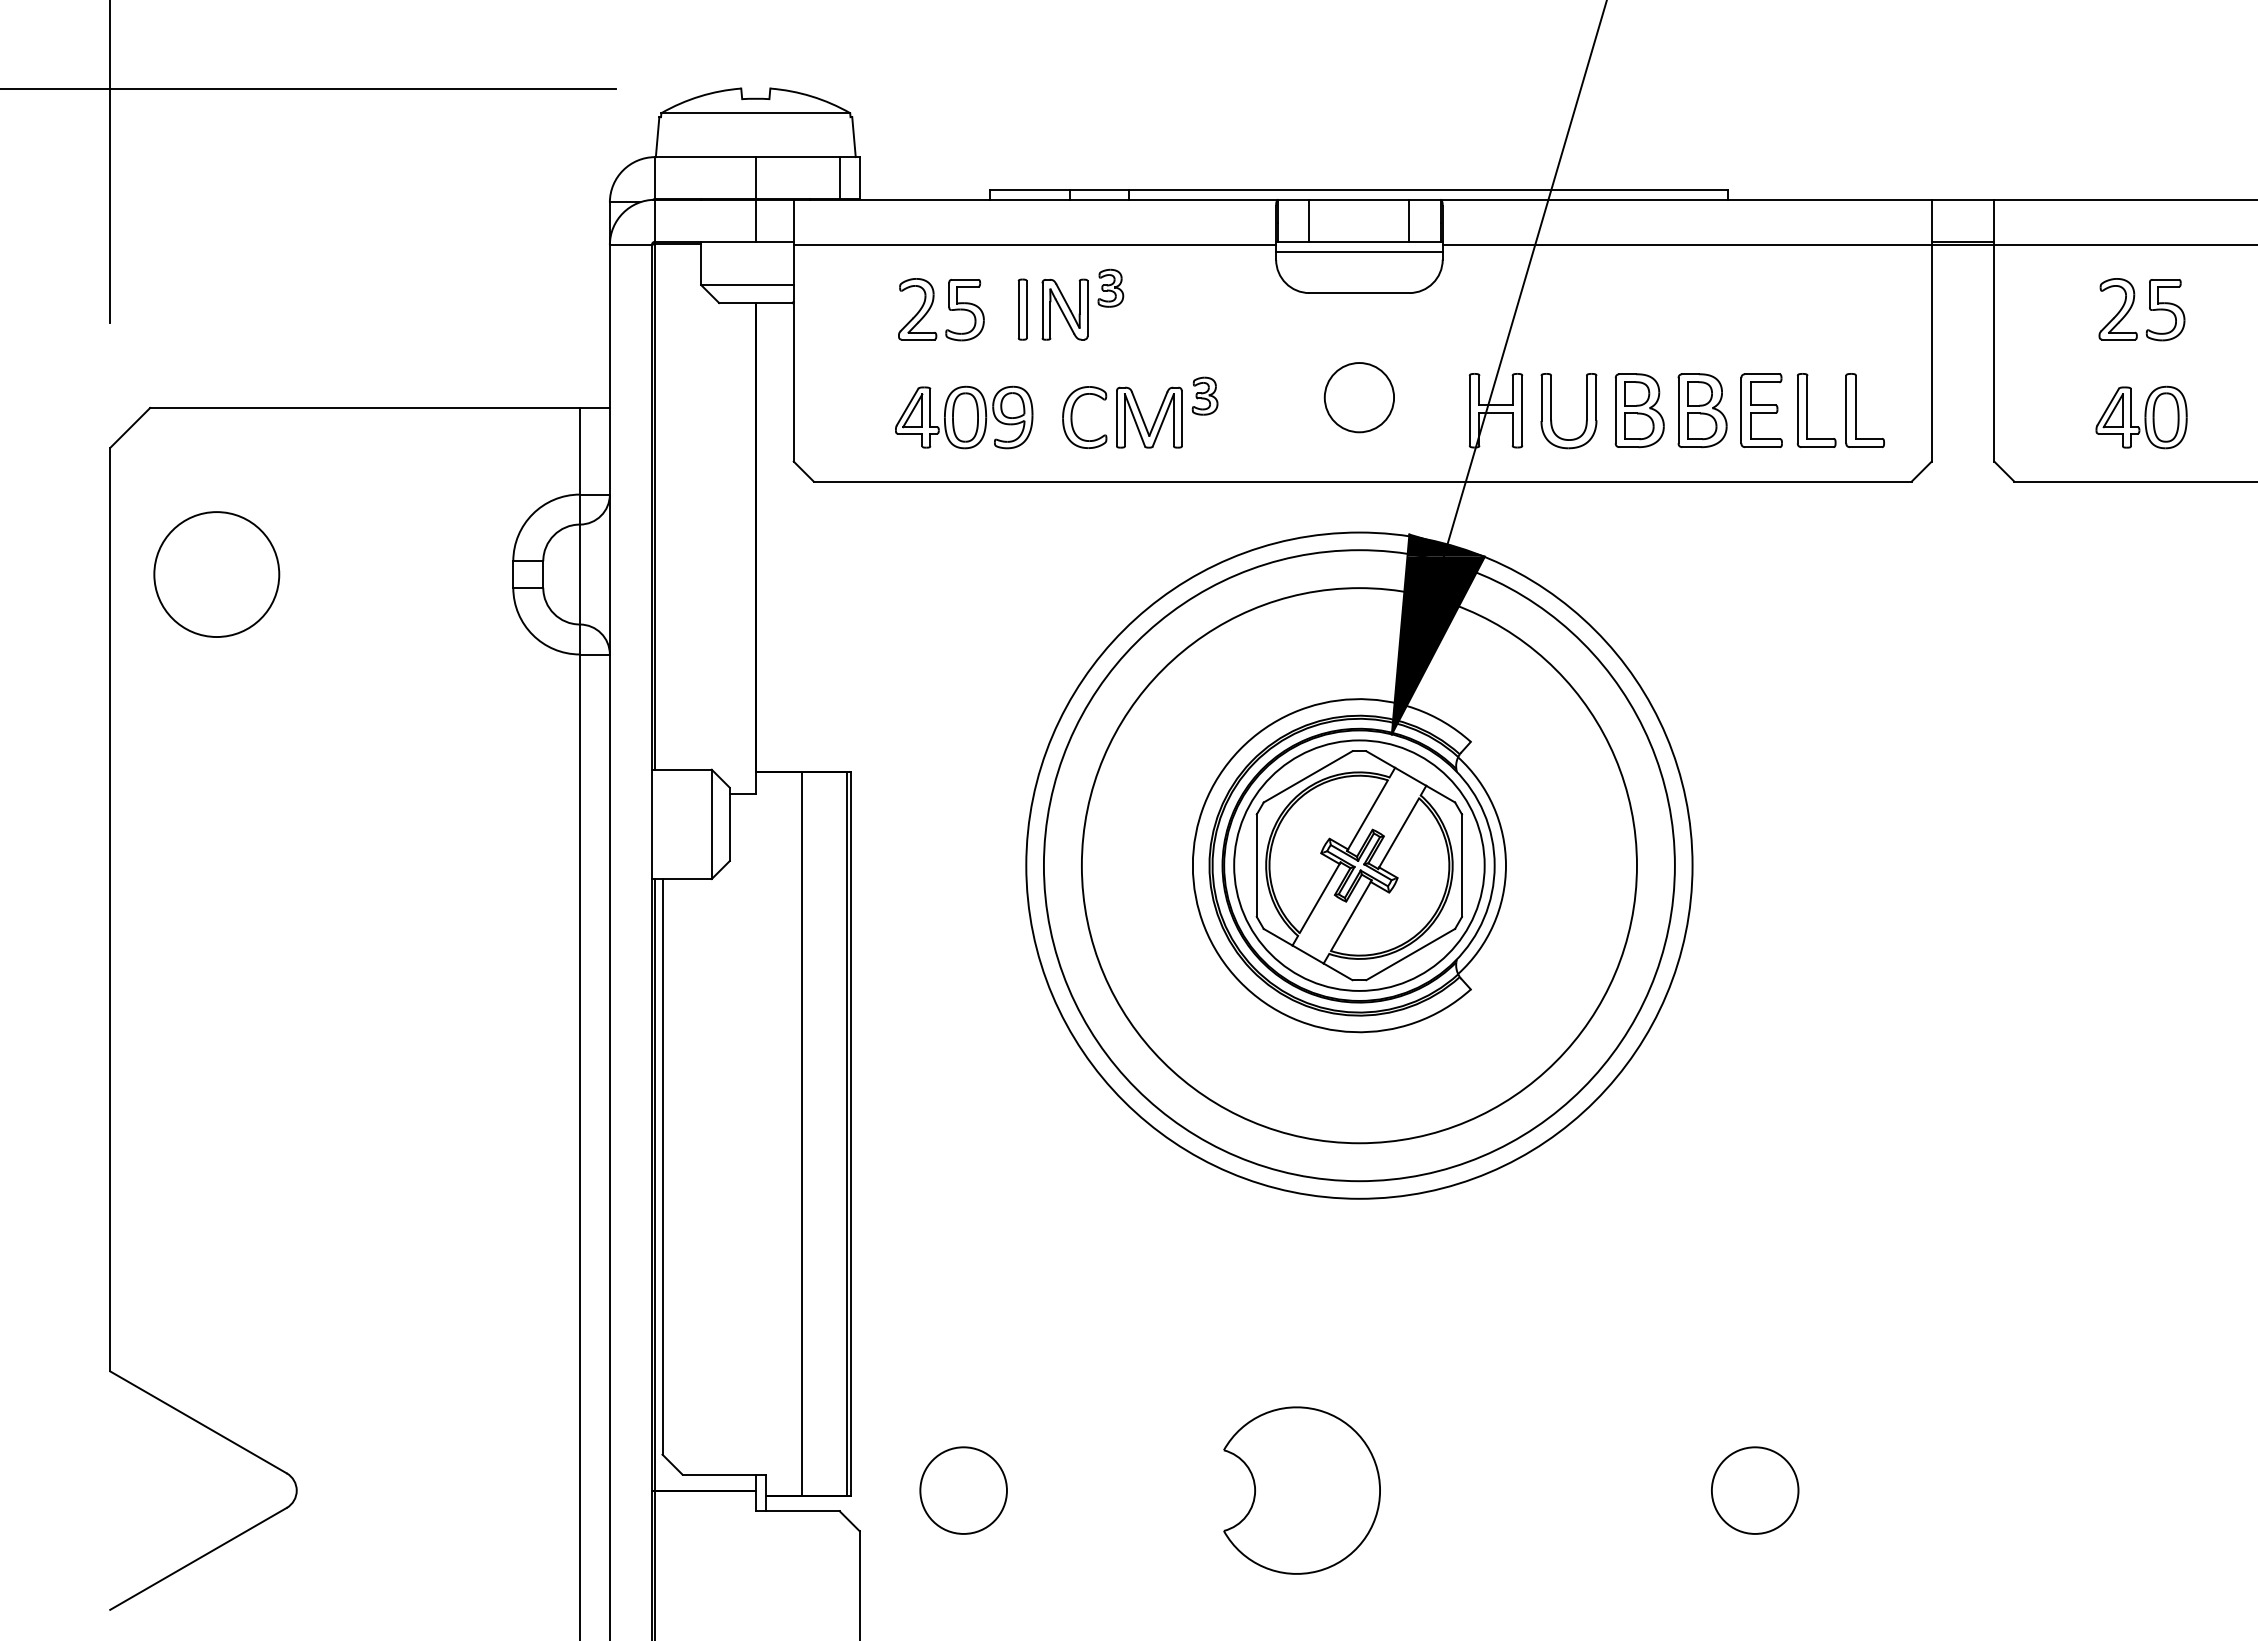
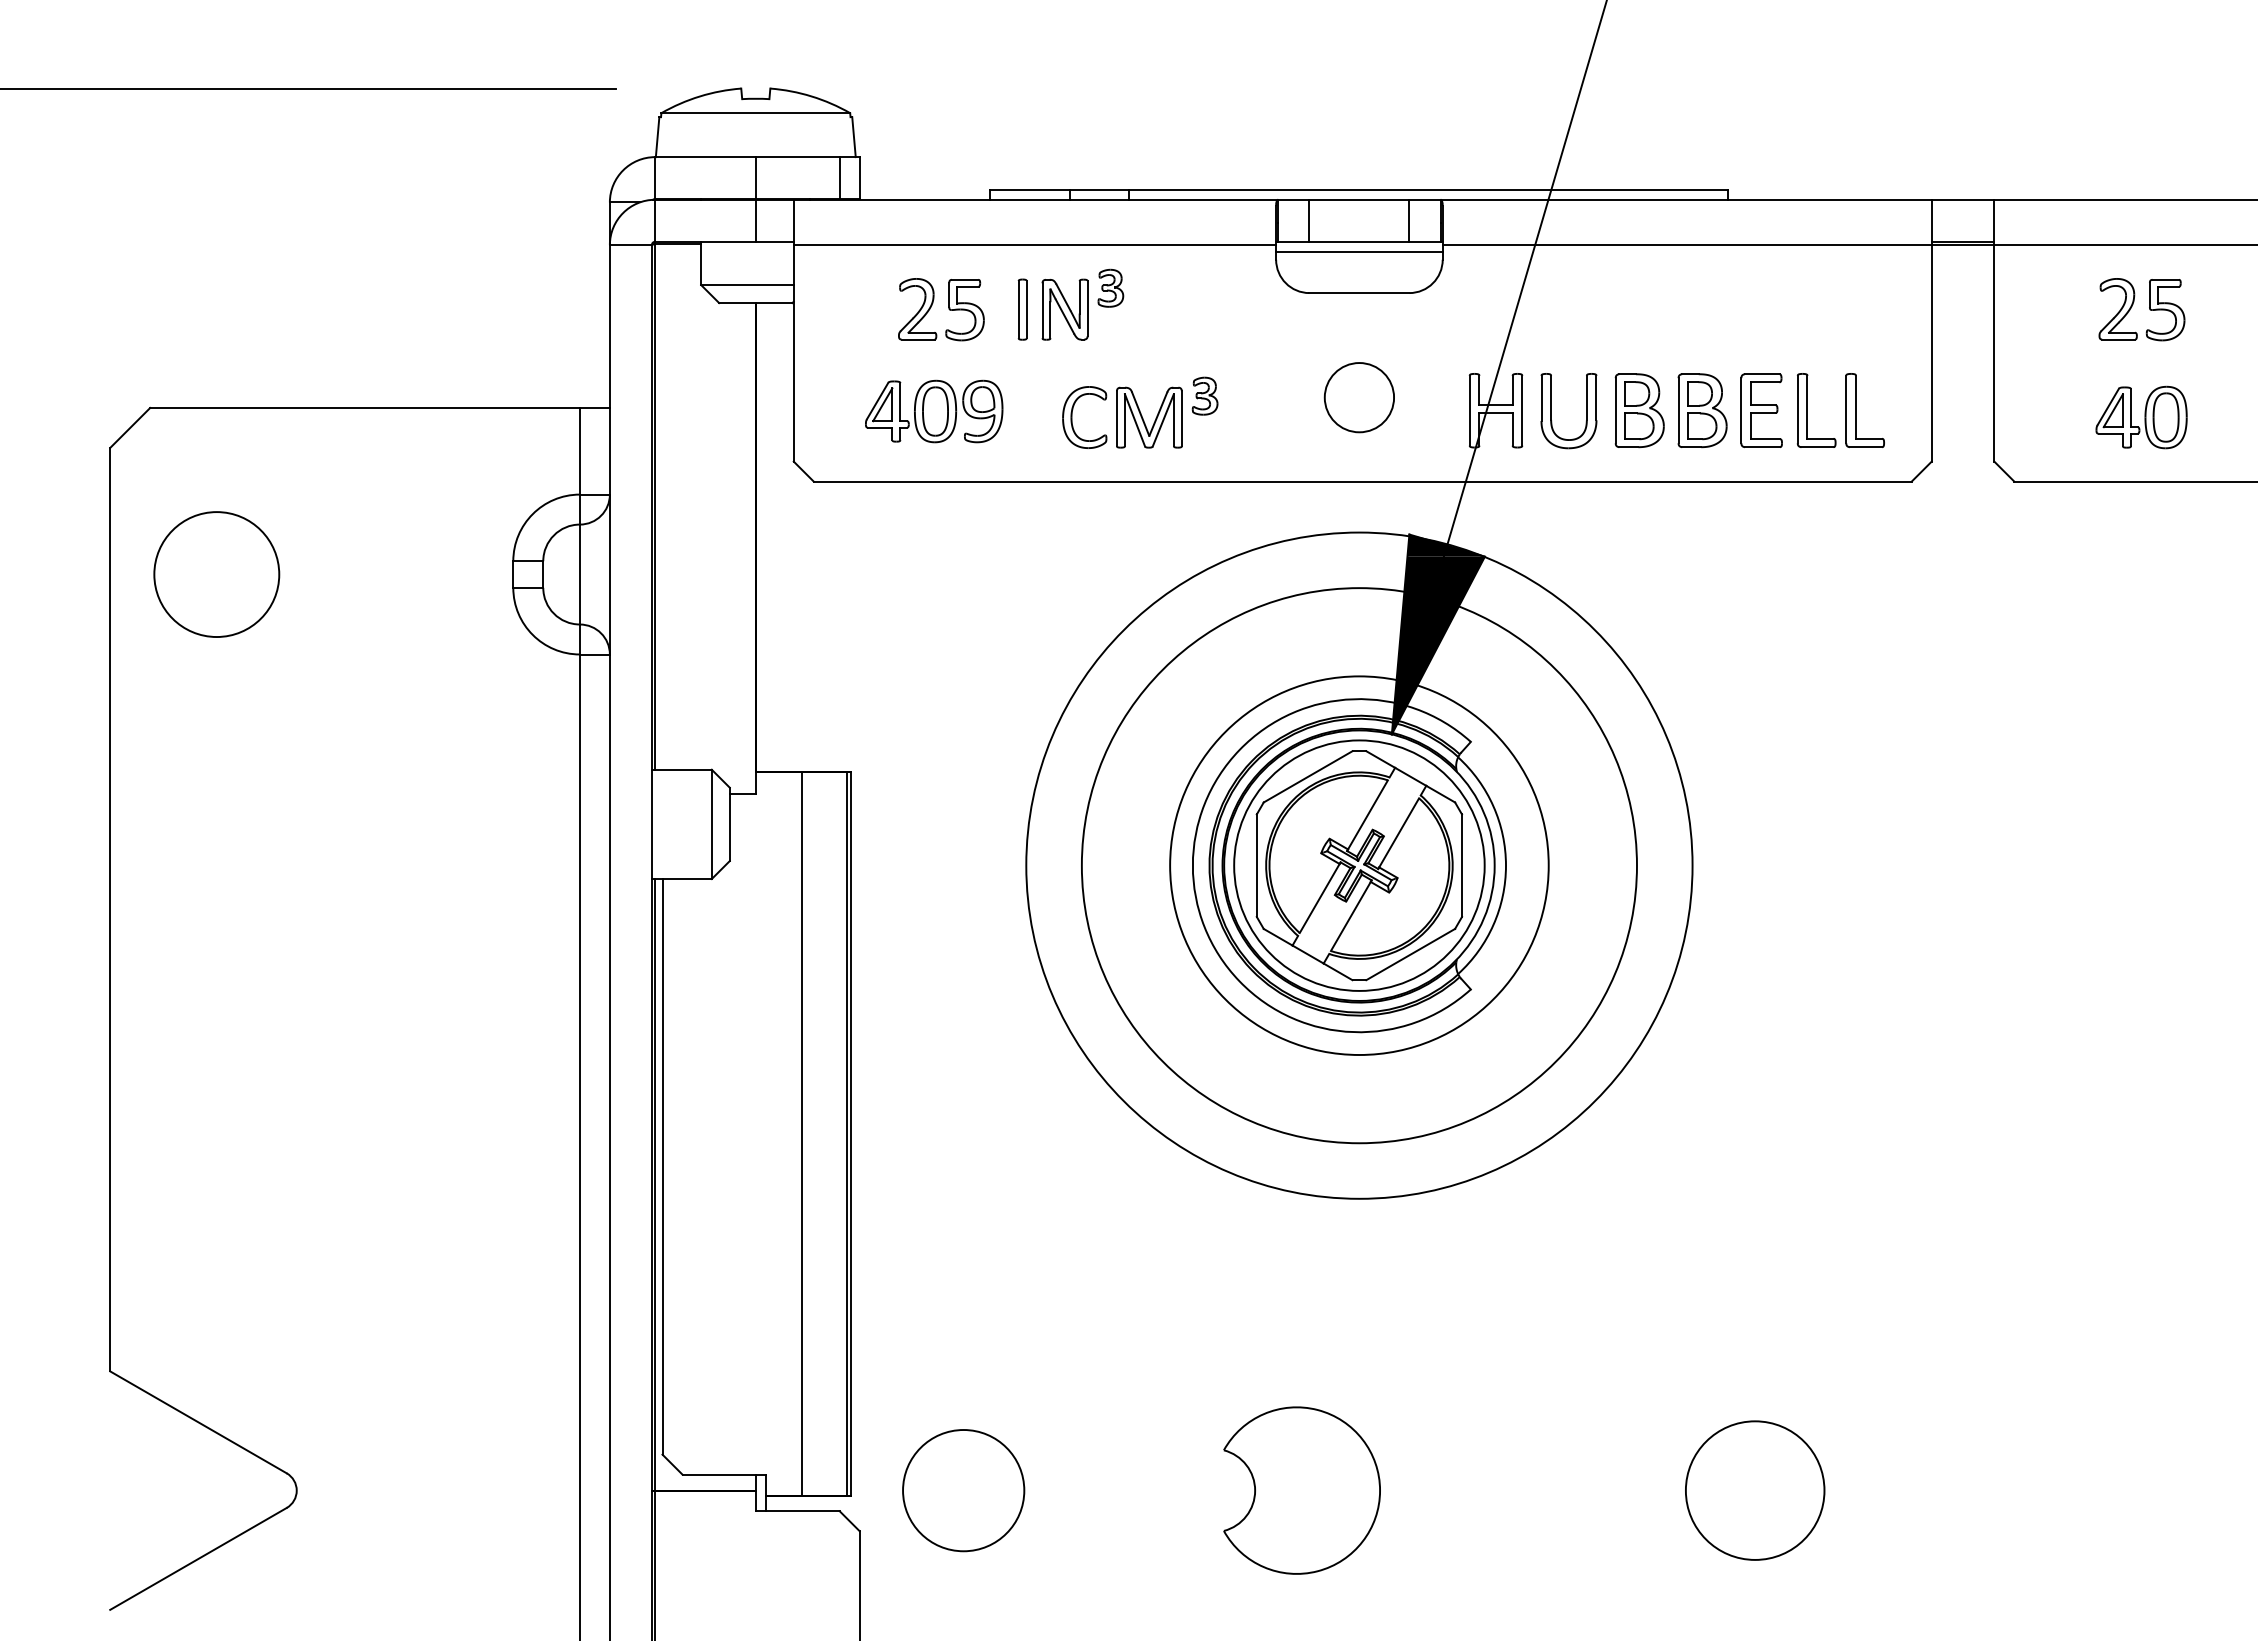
line at (110, 162): present -> none
part at (964, 417) position: (964, 417) -> (934, 411)
circle at (1358, 865) diameter: 631 px -> 379 px
circle at (963, 1490) diameter: 87 px -> 121 px
circle at (1754, 1490) diameter: 87 px -> 139 px
